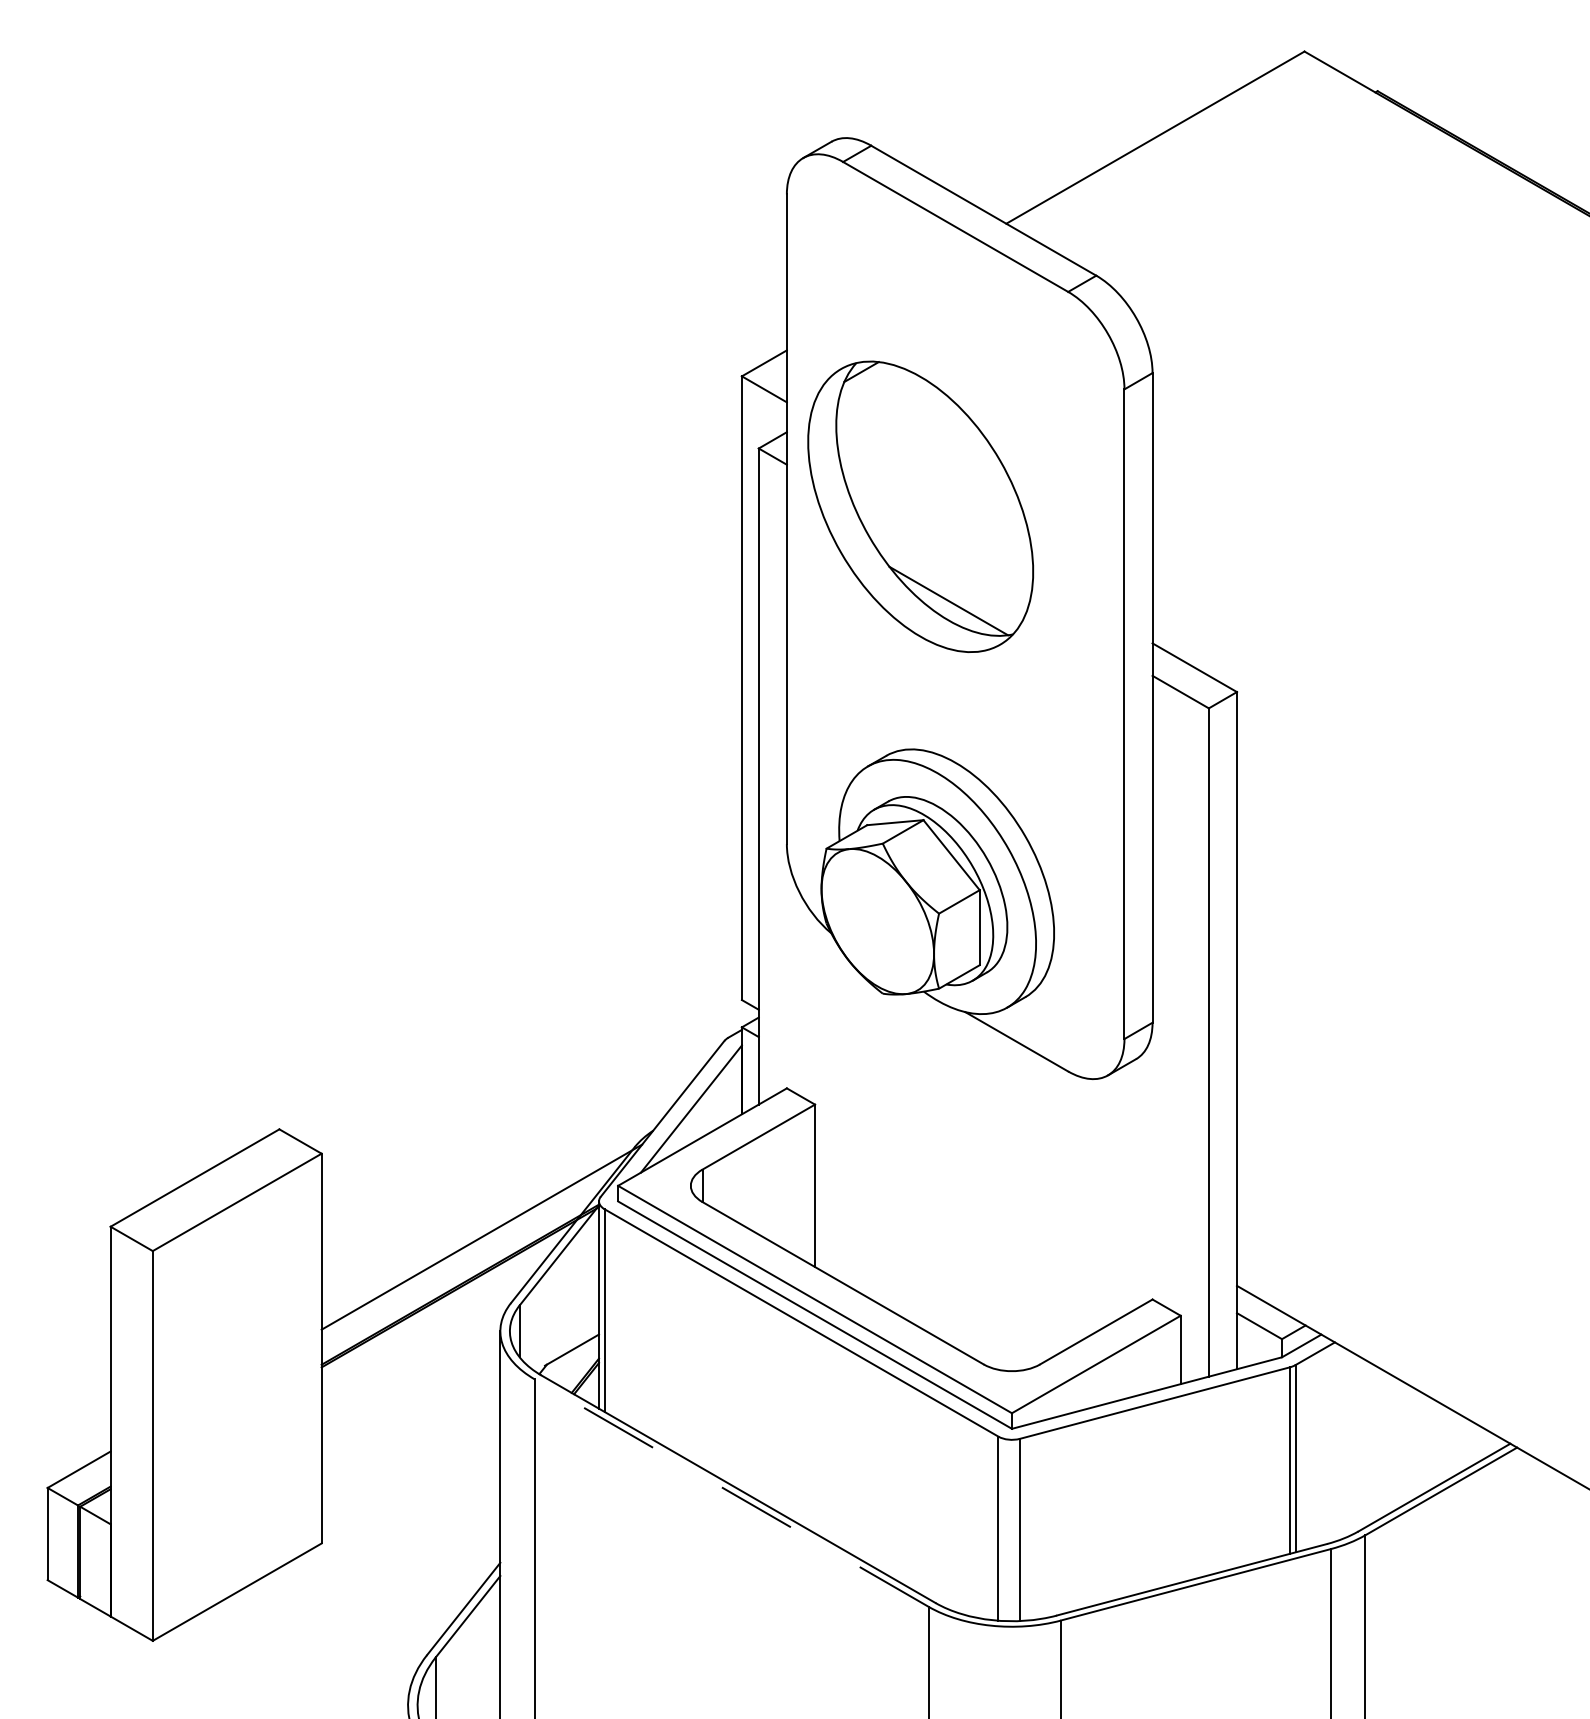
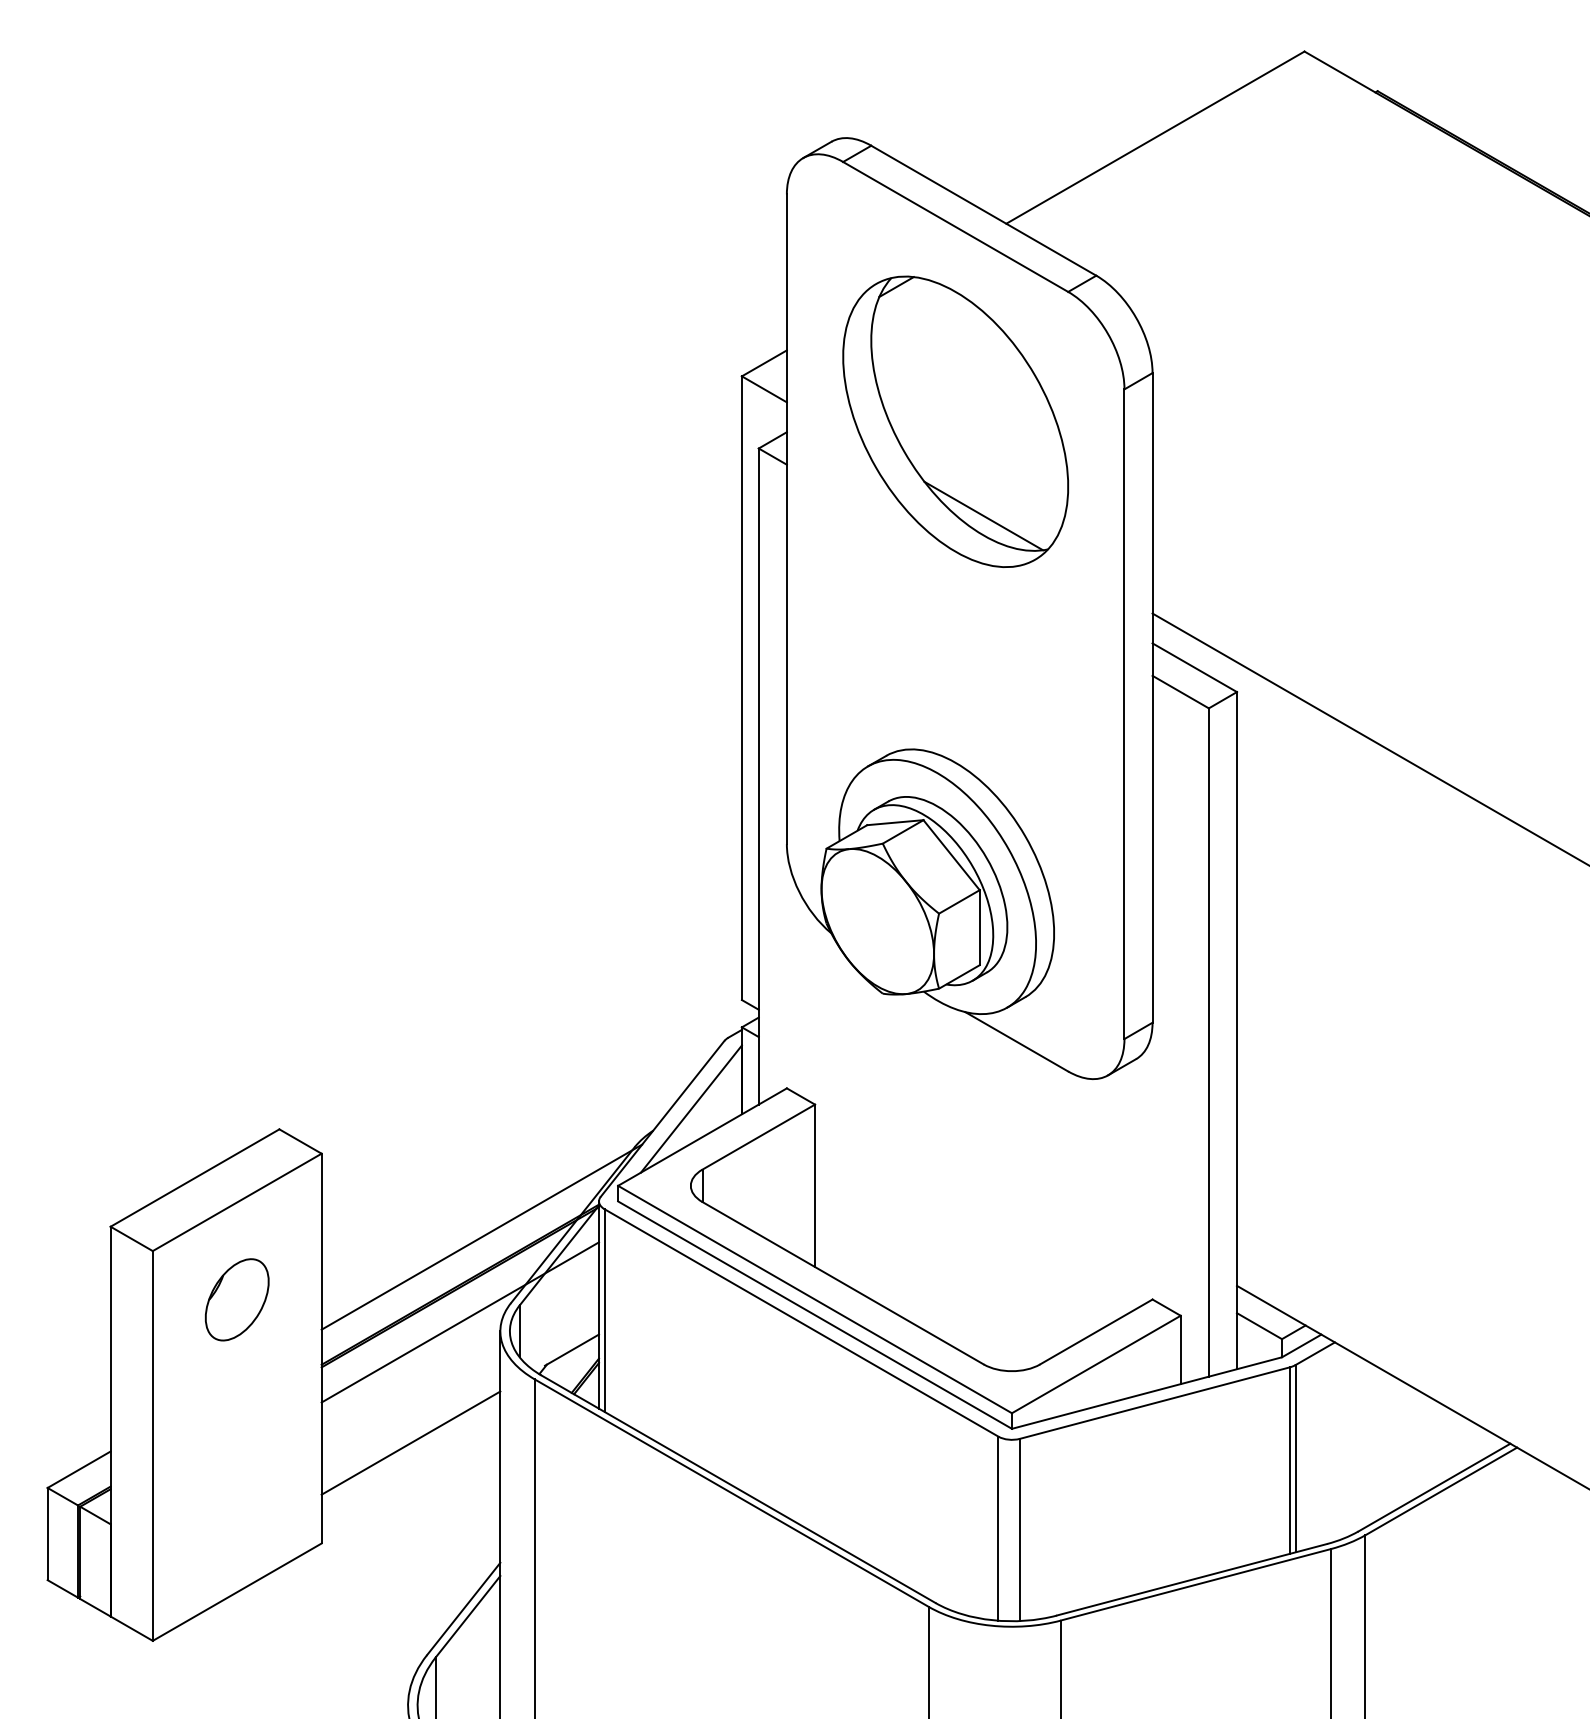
part at (920, 506) position: (920, 506) -> (955, 421)
line at (1369, 738): none -> present
part at (236, 1299): none -> present
line at (460, 1322): none -> present
line at (410, 1442): none -> present
line at (731, 1492): dashed -> solid
